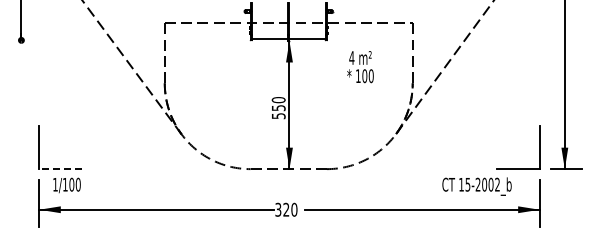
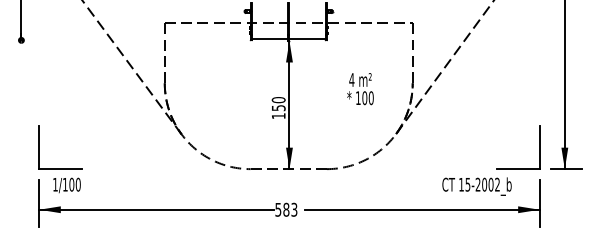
text at (360, 67) position: (360, 67) -> (360, 89)
text at (278, 116): 550 -> 150
line at (60, 169): dashed -> solid
text at (286, 209): 320 -> 583
